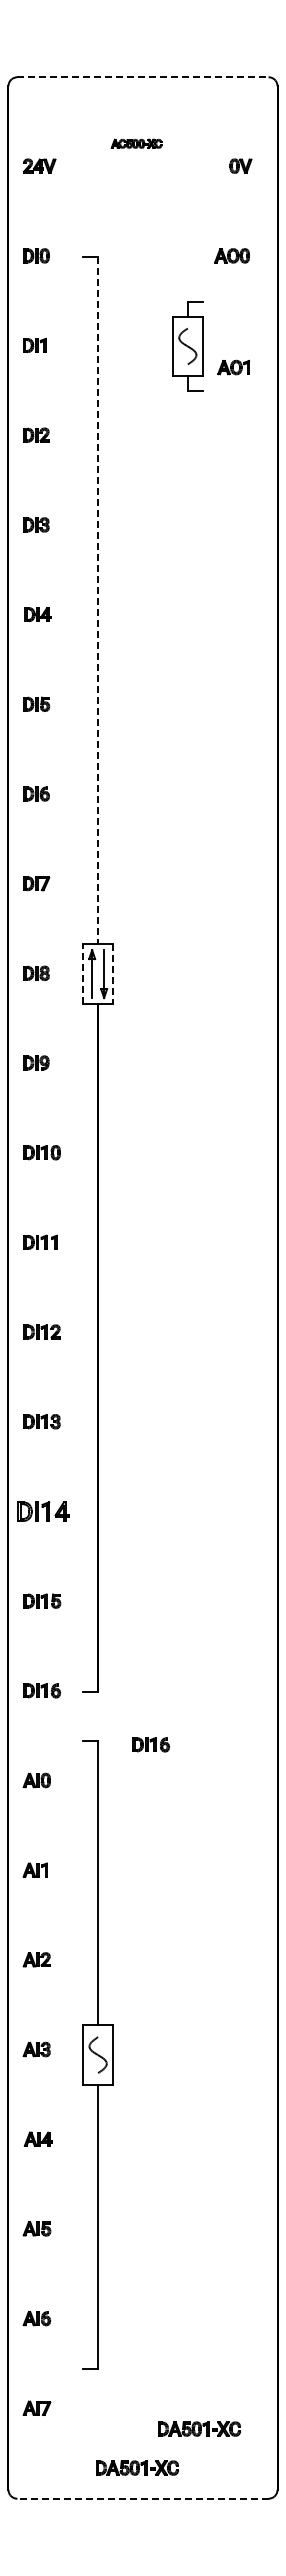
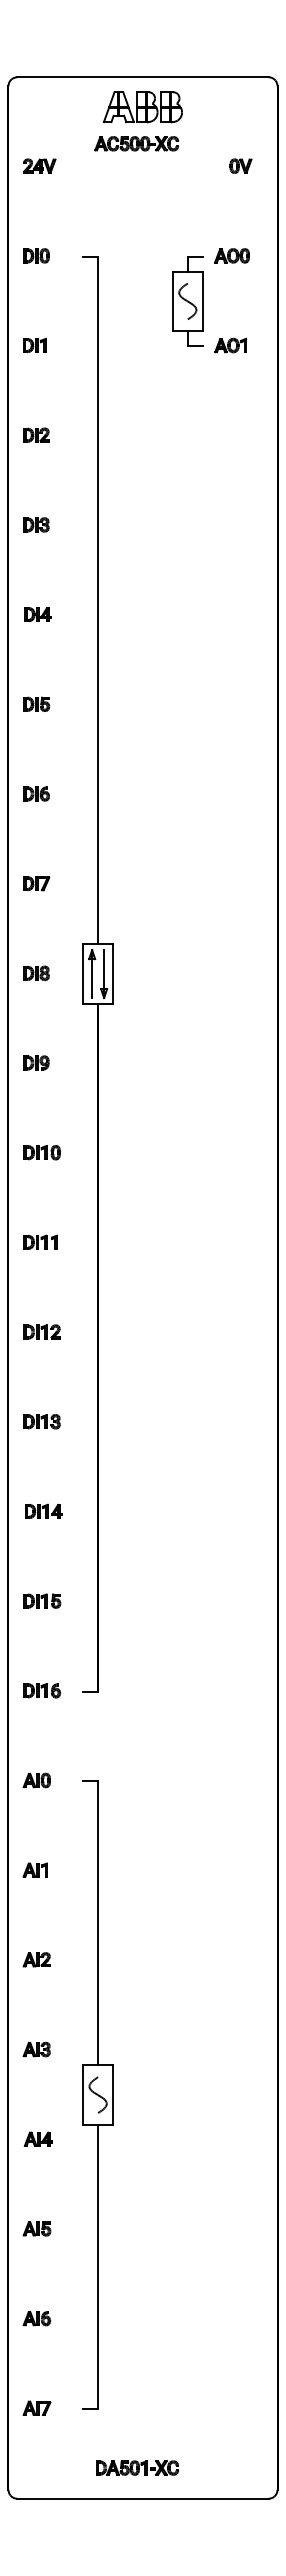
line at (142, 77): dashed -> solid
part at (142, 107): none -> present
part at (136, 143) size: 53x11 px -> 85x16 px
part at (187, 346) position: (187, 346) -> (187, 301)
part at (233, 367) position: (233, 367) -> (230, 345)
line at (98, 600): dashed -> solid
line at (83, 974): dashed -> solid
line at (113, 974): dashed -> solid
part at (43, 1511) size: 53x21 px -> 38x16 px
part at (150, 1744): present -> none
part at (97, 2054) position: (97, 2054) -> (97, 2094)
part at (199, 2428): present -> none
line at (143, 2498): dashed -> solid
